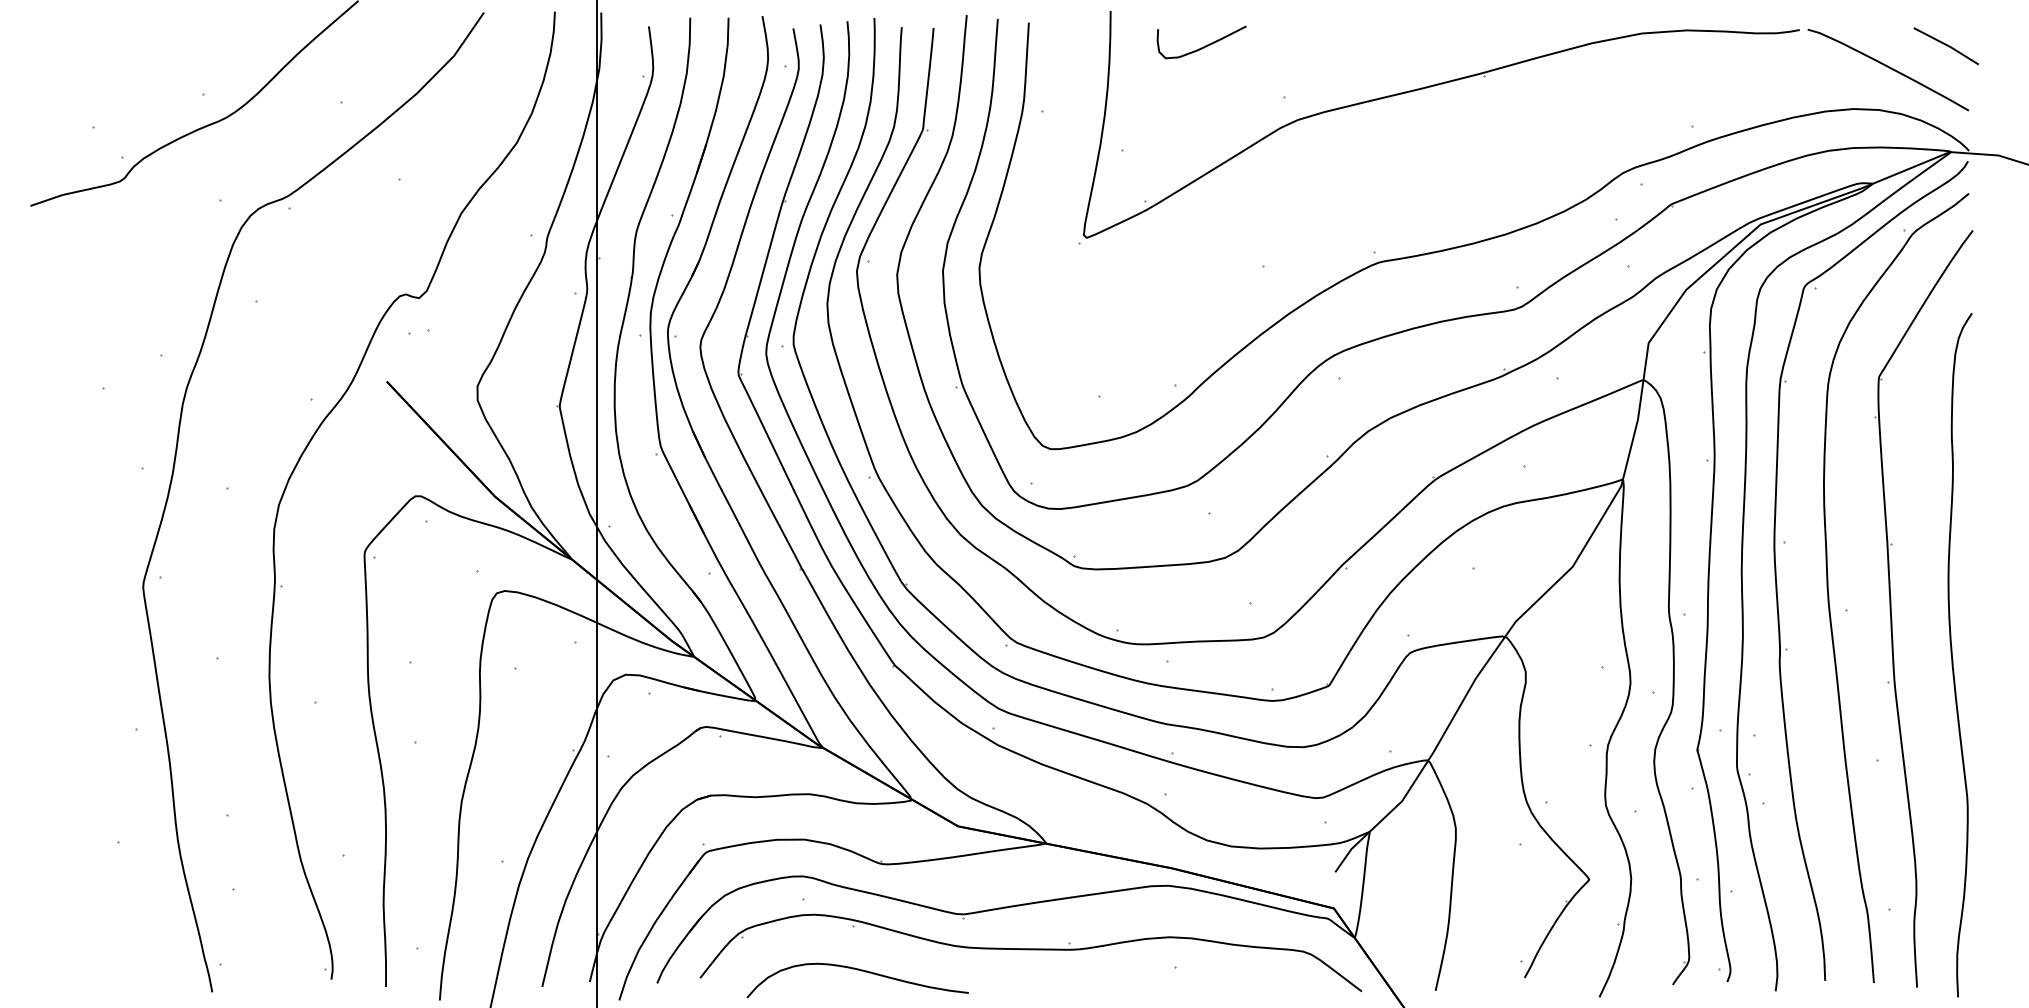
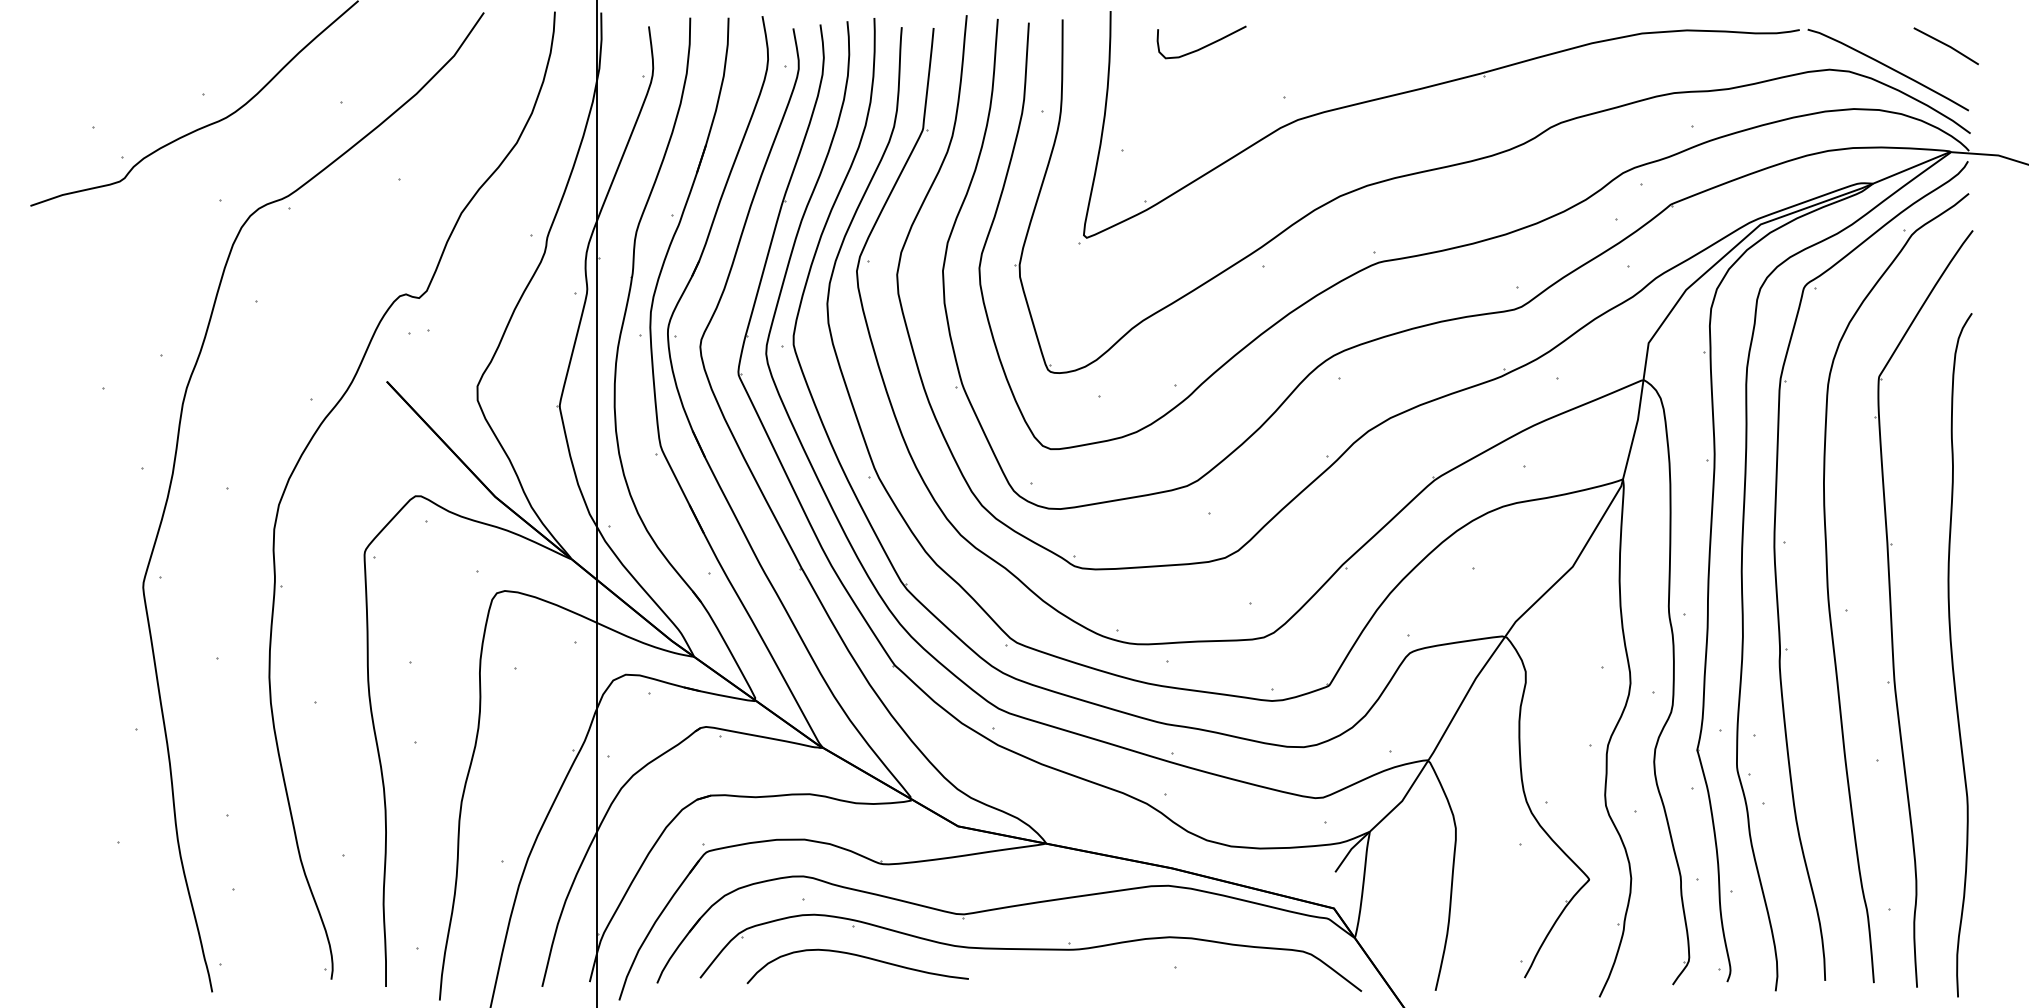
part at (1482, 159): none -> present
curve at (861, 971) position: (861, 971) -> (861, 957)
